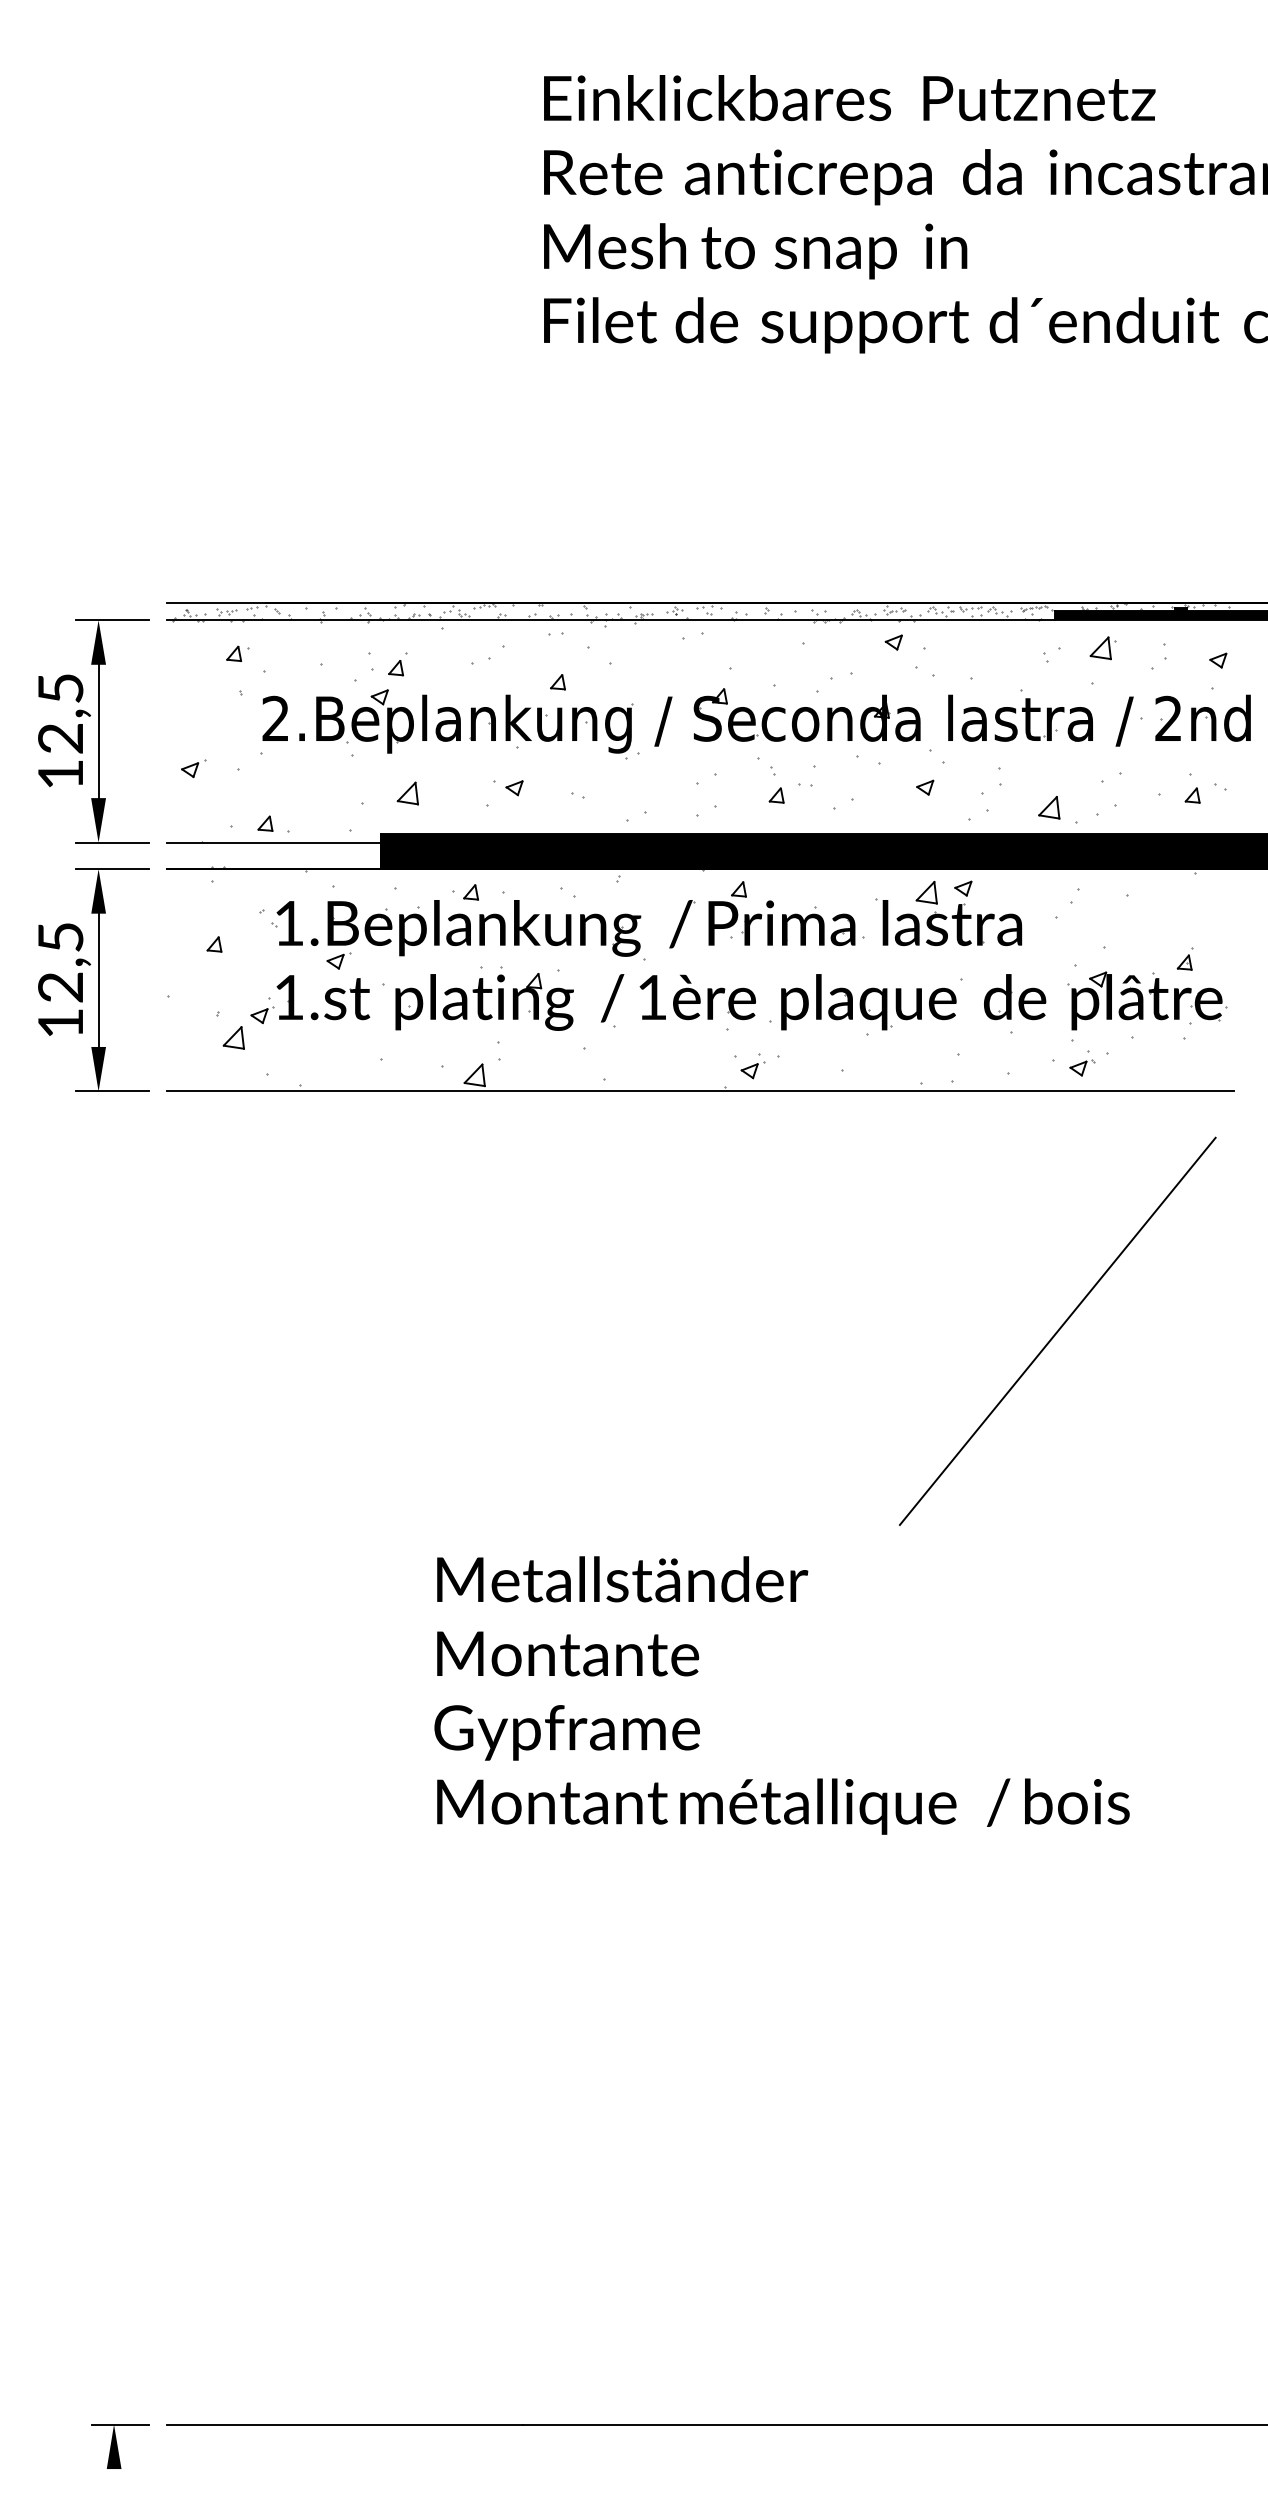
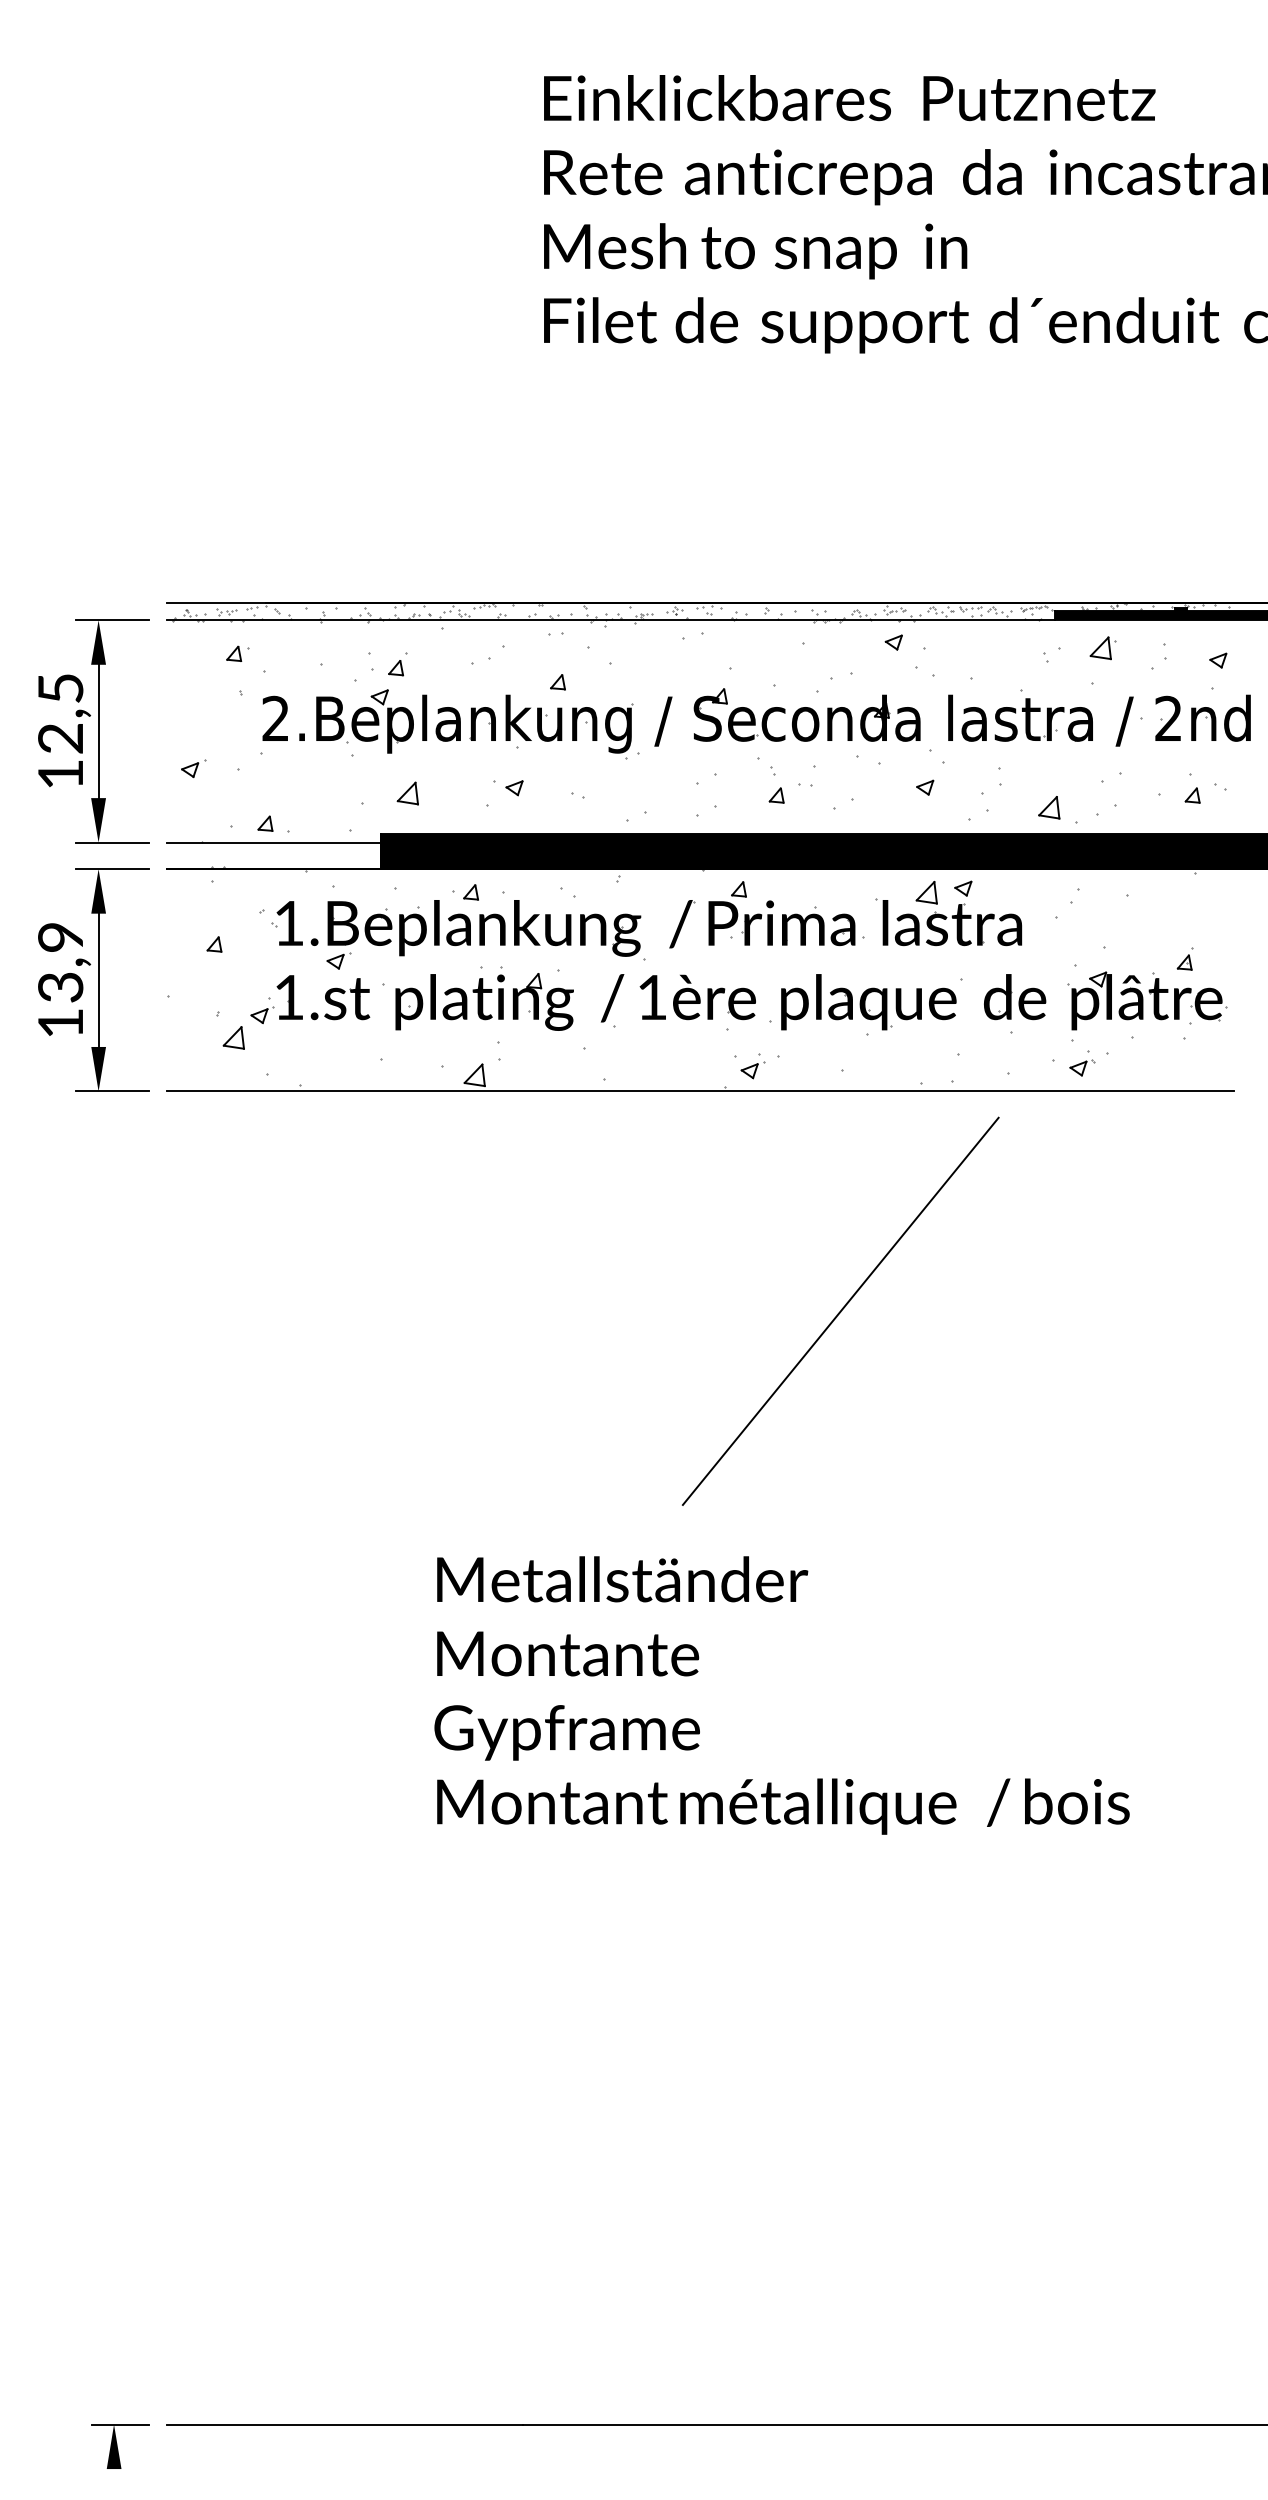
text at (60, 962): 12,5 -> 13,9
line at (1057, 1330) position: (1057, 1330) -> (840, 1310)
